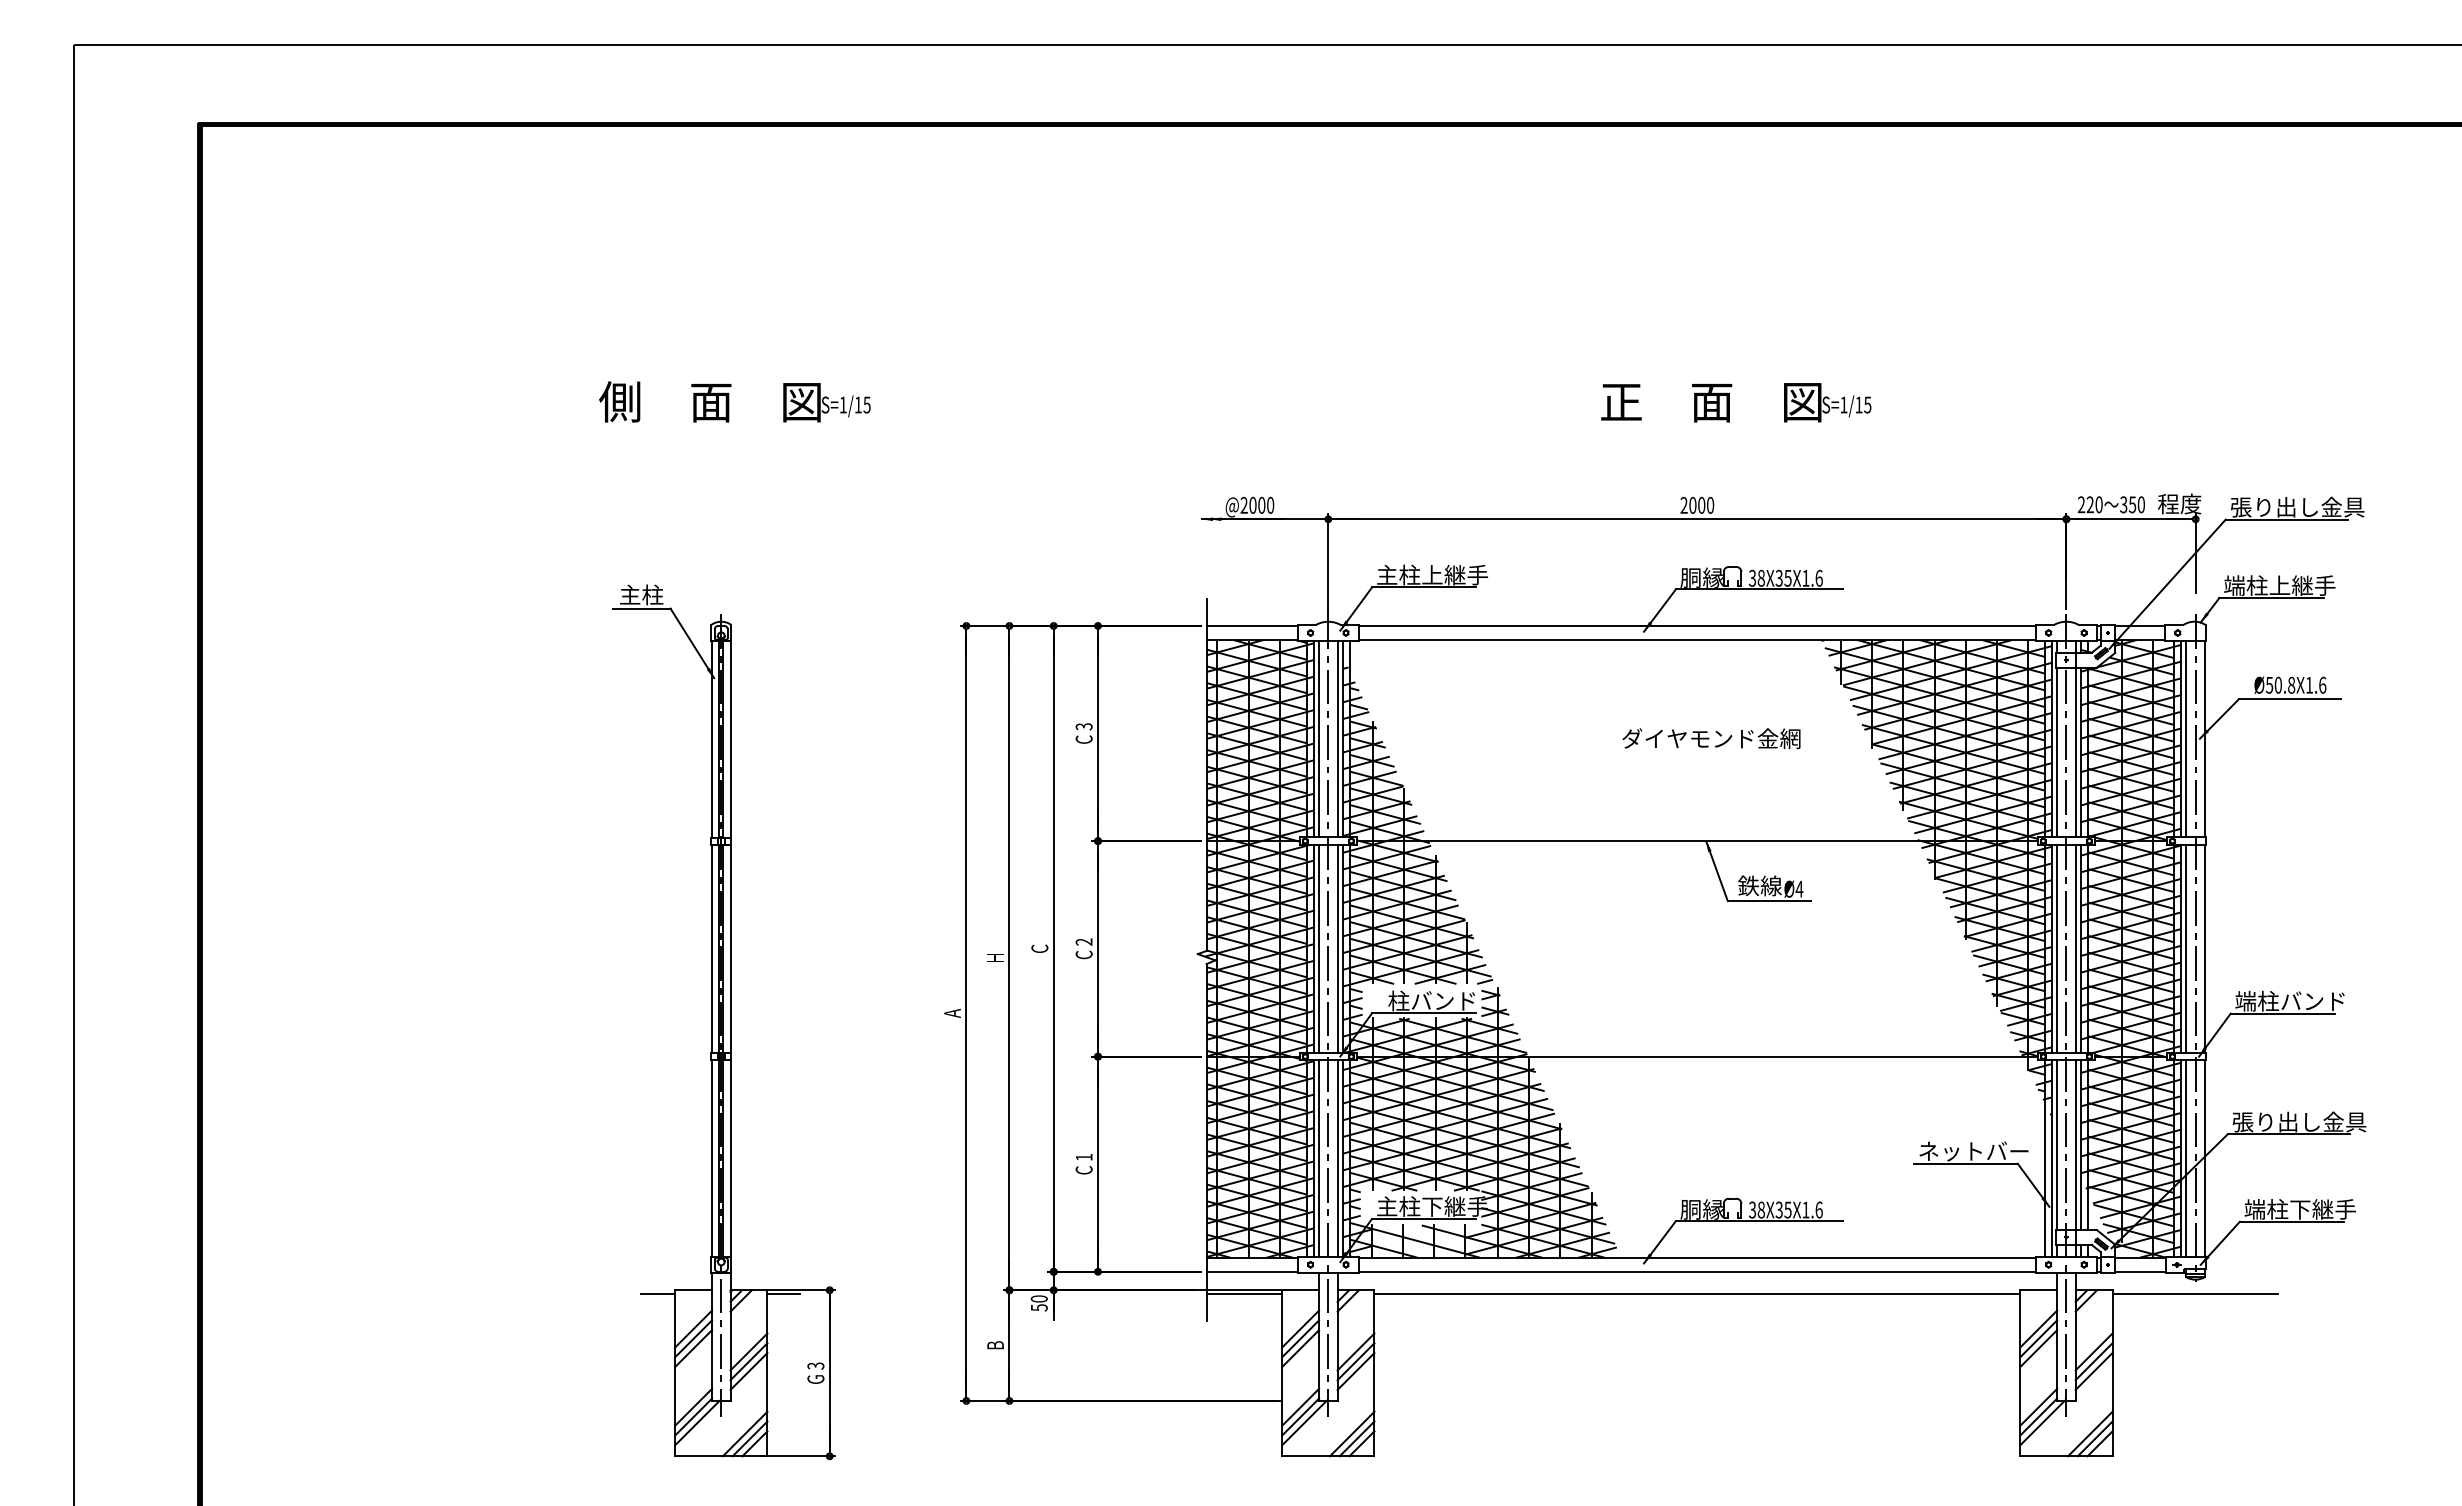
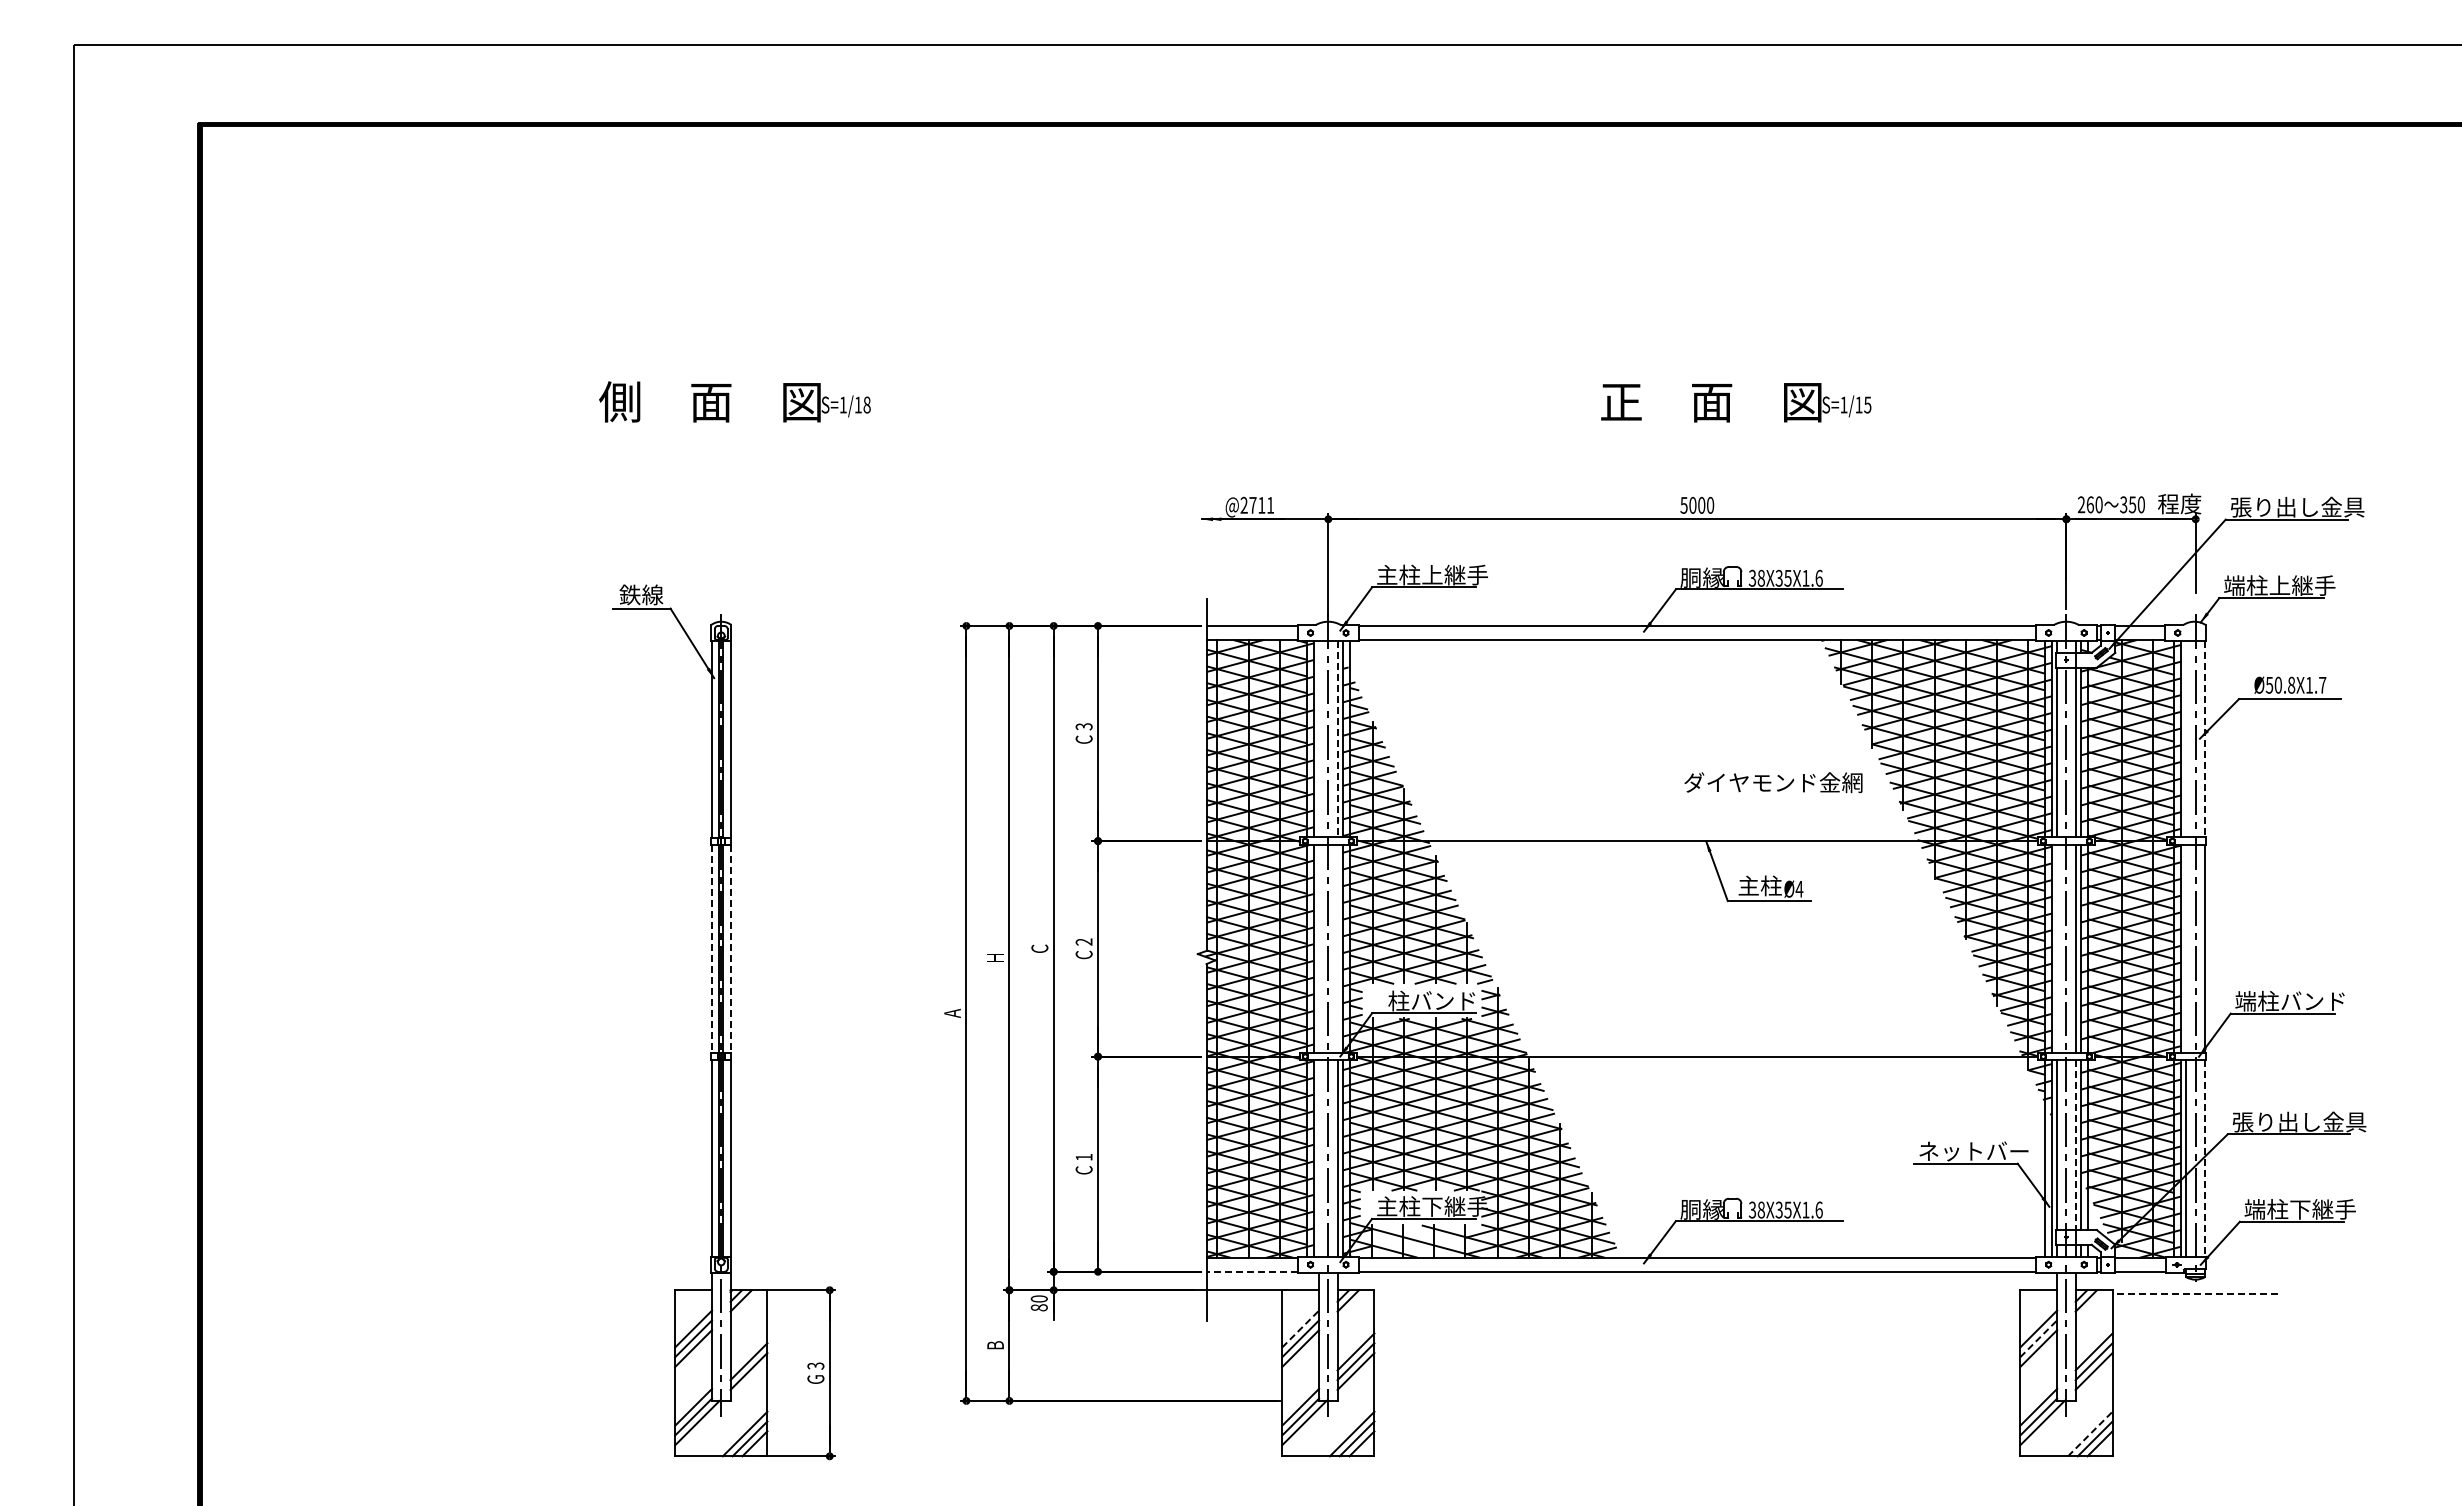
text at (866, 404): S=1/15 -> S=1/18
text at (1261, 504): @2000 -> @2711
text at (1683, 504): 2000 -> 5000
text at (2089, 504): 220 -> 260
text at (641, 594): 主柱 -> 鉄線
text at (2322, 684): Ø50.8X1.6 -> Ø50.8X1.7
line at (1319, 738): present -> none
text at (1711, 738) position: (1711, 738) -> (1773, 782)
line at (2186, 738): present -> none
line at (1337, 739): solid -> dashed
line at (2204, 739): solid -> dashed
text at (1759, 885): 鉄線 -> 主柱
line at (1319, 948): present -> none
line at (1337, 948): present -> none
line at (2057, 948): present -> none
line at (2186, 948): present -> none
line at (712, 949): solid -> dashed
line at (730, 949): solid -> dashed
line at (2075, 1145): solid -> dashed
line at (1319, 1158): present -> none
line at (2204, 1159): solid -> dashed
line at (1252, 1271): solid -> dashed
line at (658, 1293): present -> none
line at (783, 1293): present -> none
line at (1244, 1293): present -> none
line at (1697, 1293): present -> none
line at (2195, 1293): solid -> dashed
text at (1038, 1307): 50 -> 80
line at (1301, 1328): solid -> dashed
line at (2039, 1338): solid -> dashed
line at (748, 1351): present -> none
line at (2090, 1433): solid -> dashed
